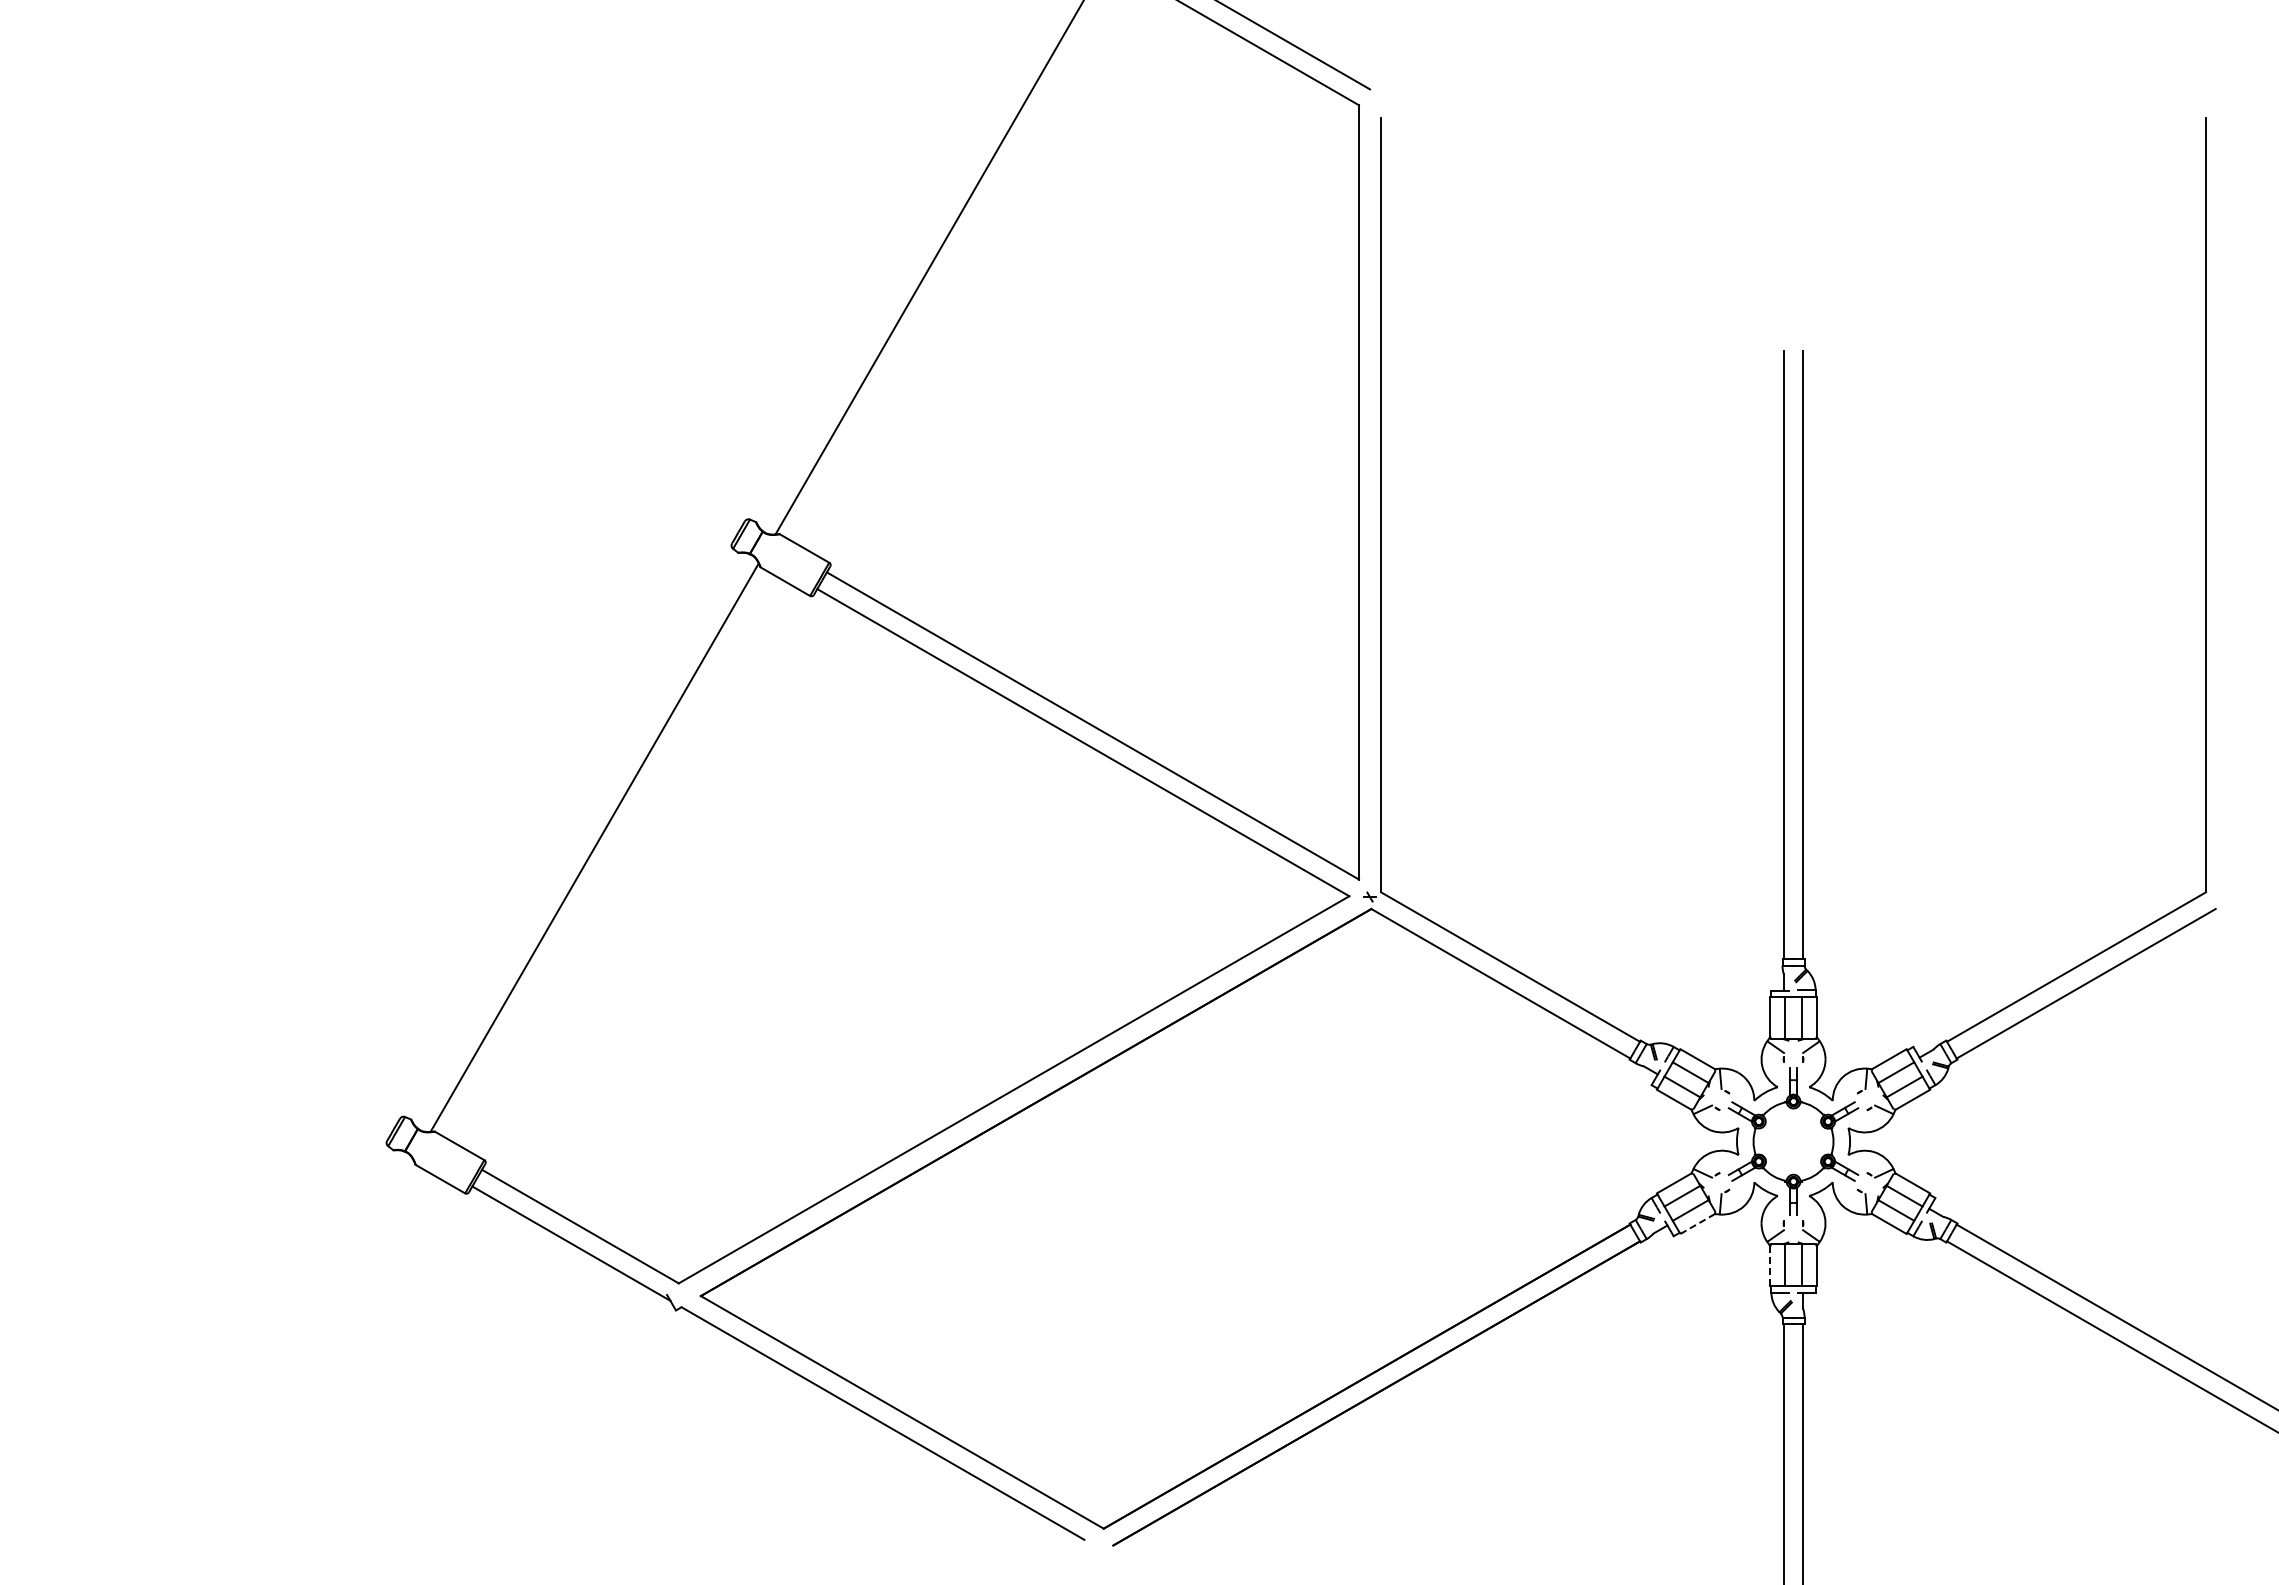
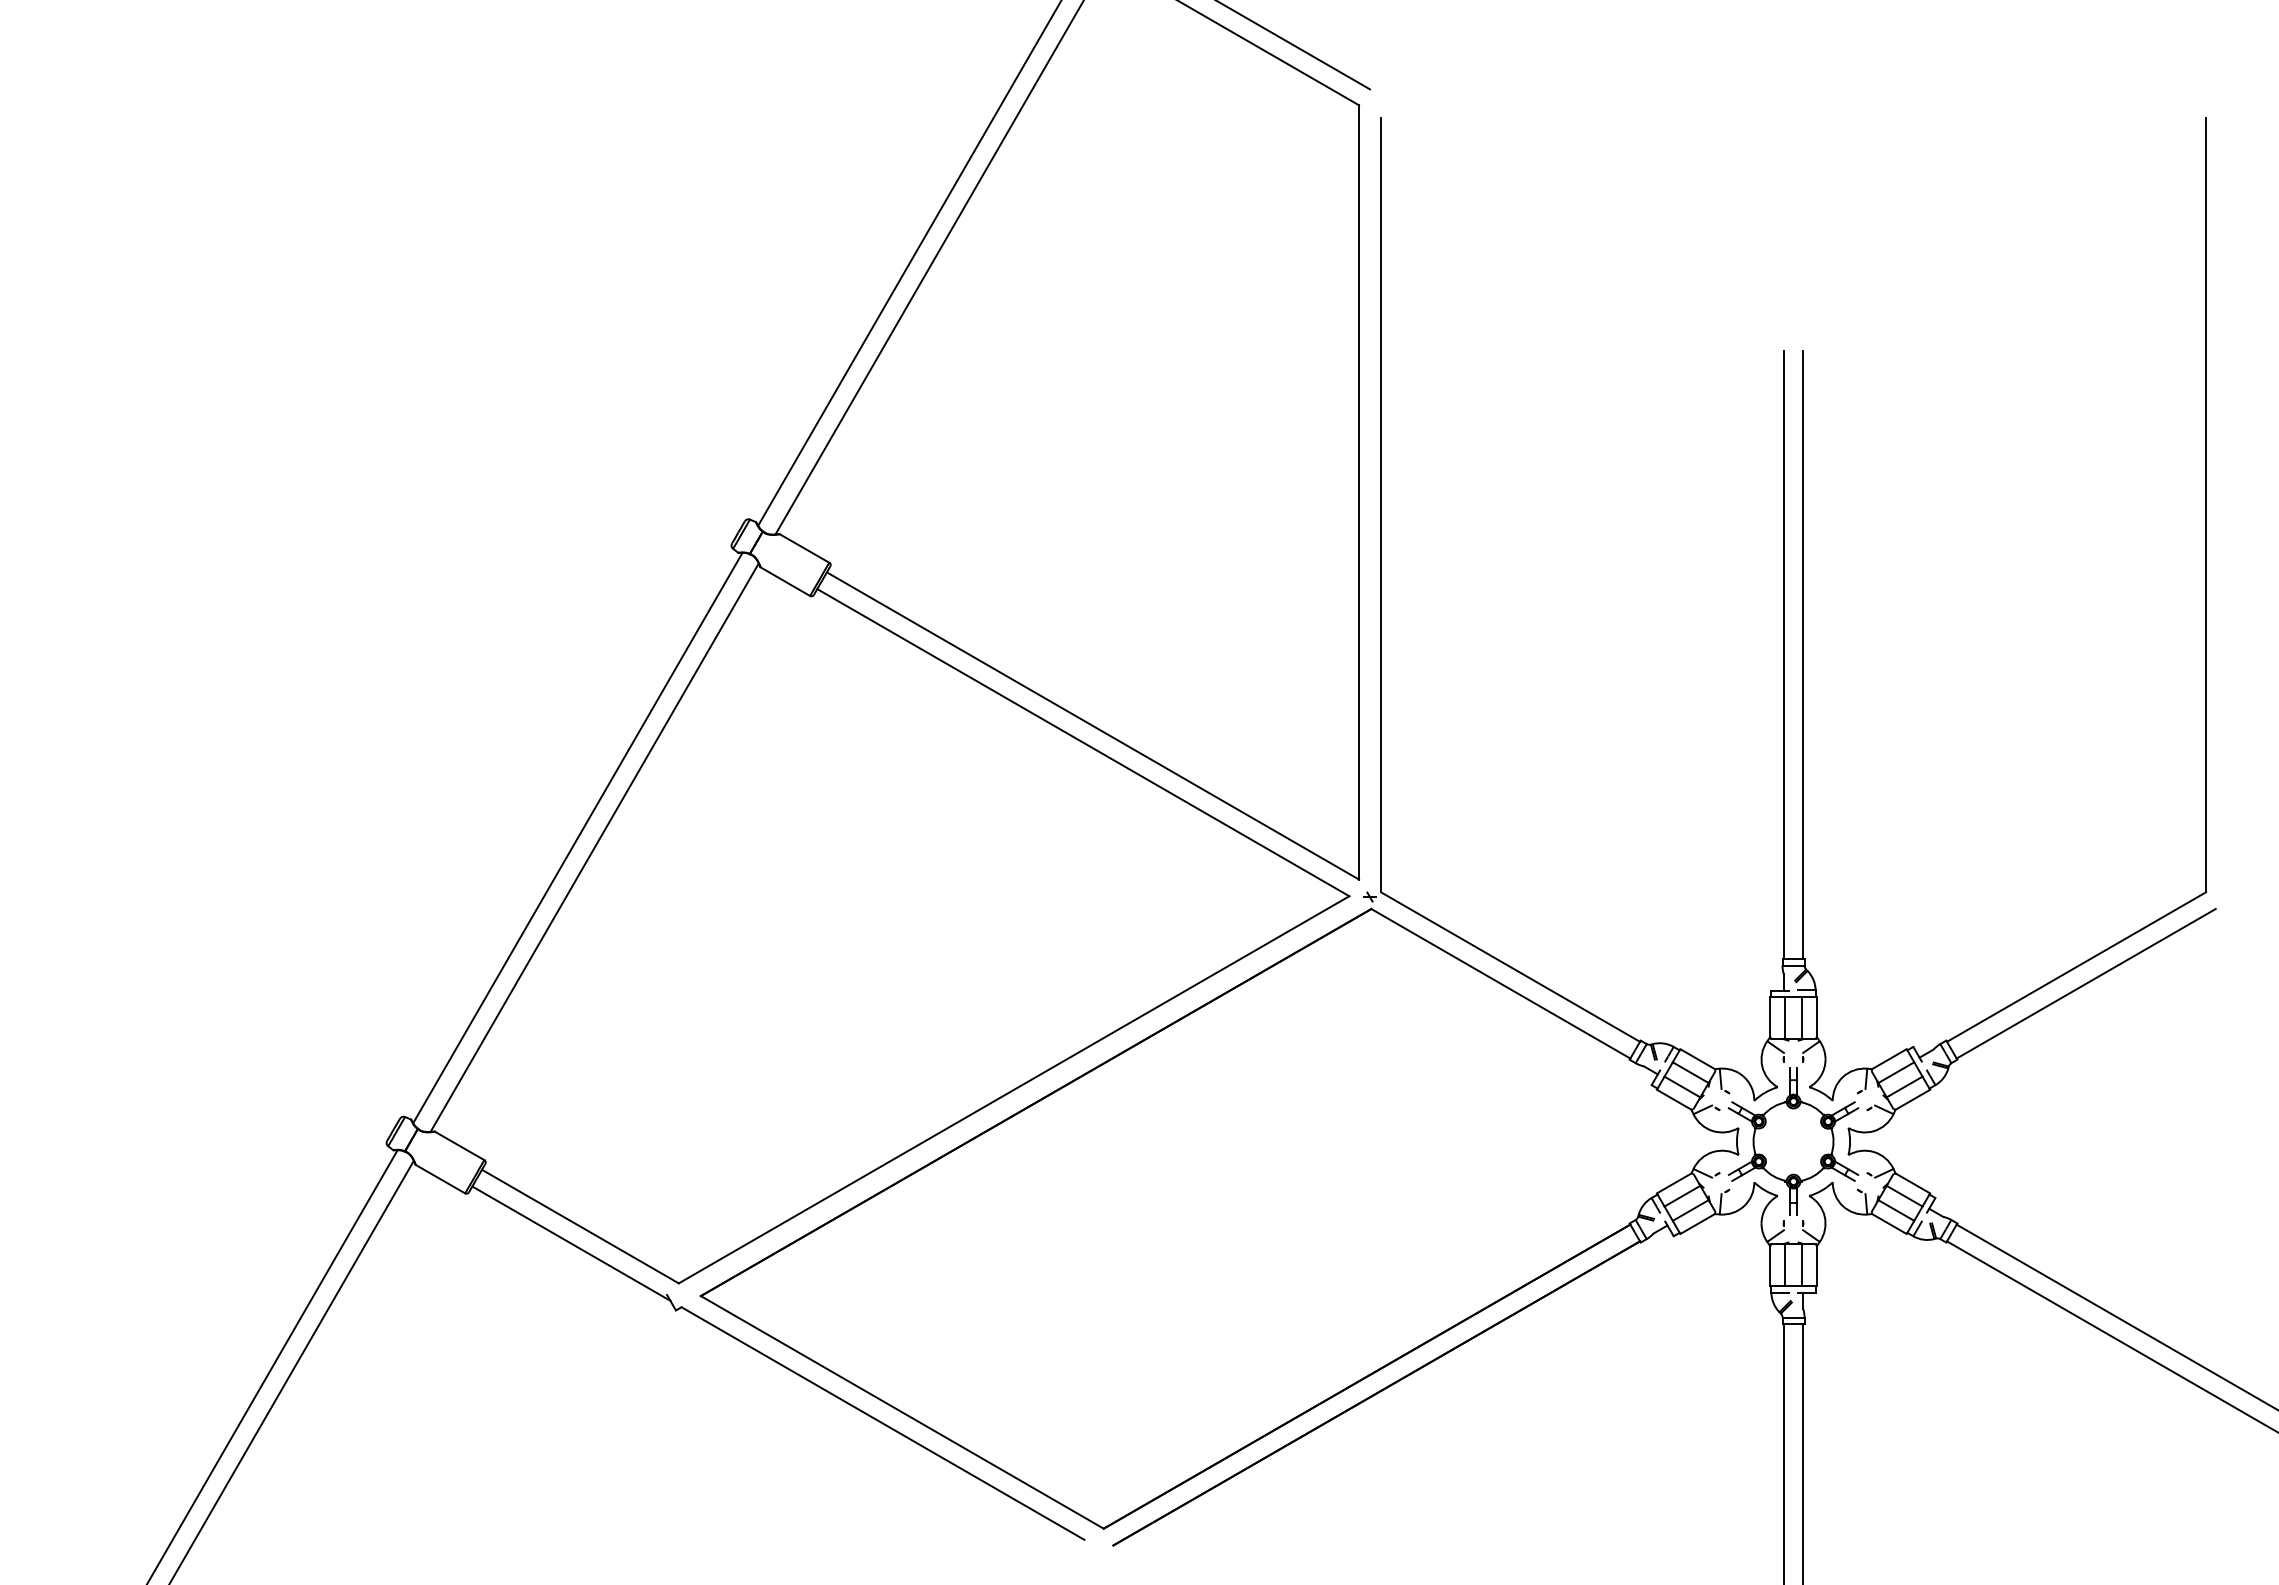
line at (909, 263): none -> present
line at (577, 837): none -> present
line at (1697, 1224): dashed -> solid
line at (1770, 1265): dashed -> solid
line at (272, 1365): none -> present
line at (292, 1371): none -> present
